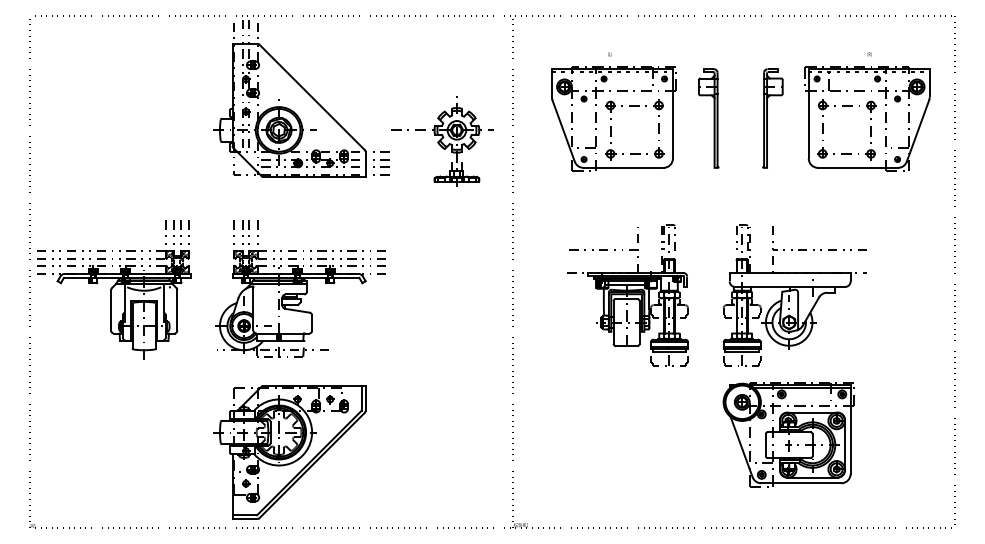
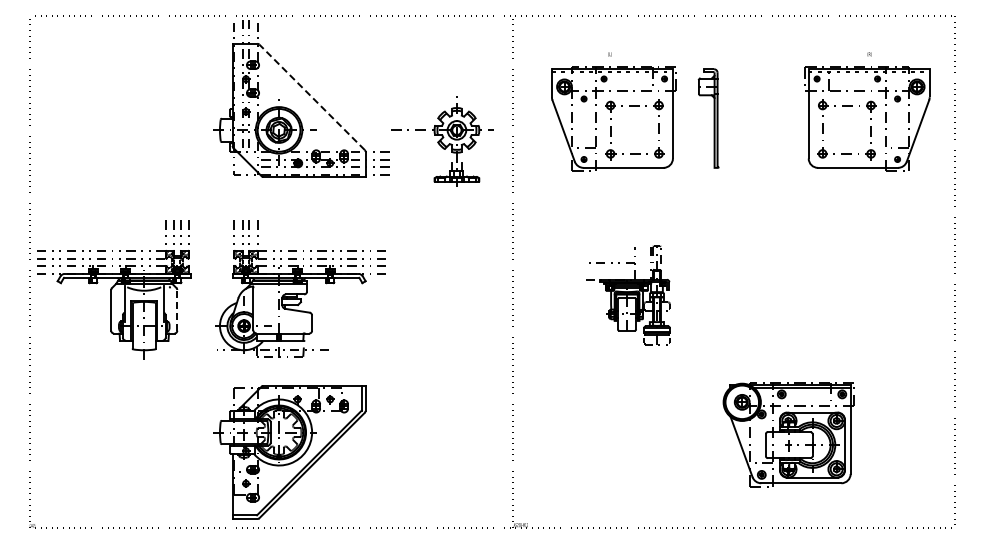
line at (312, 97): solid -> dashed
part at (772, 118): present -> none
part at (627, 295) size: 122x143 px -> 85x101 px
part at (794, 295): present -> none
line at (177, 309): solid -> dashed
